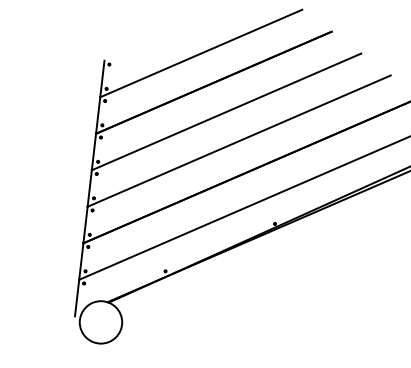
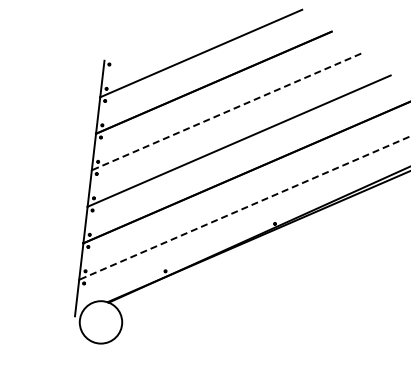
line at (226, 111): solid -> dashed
line at (244, 208): solid -> dashed
